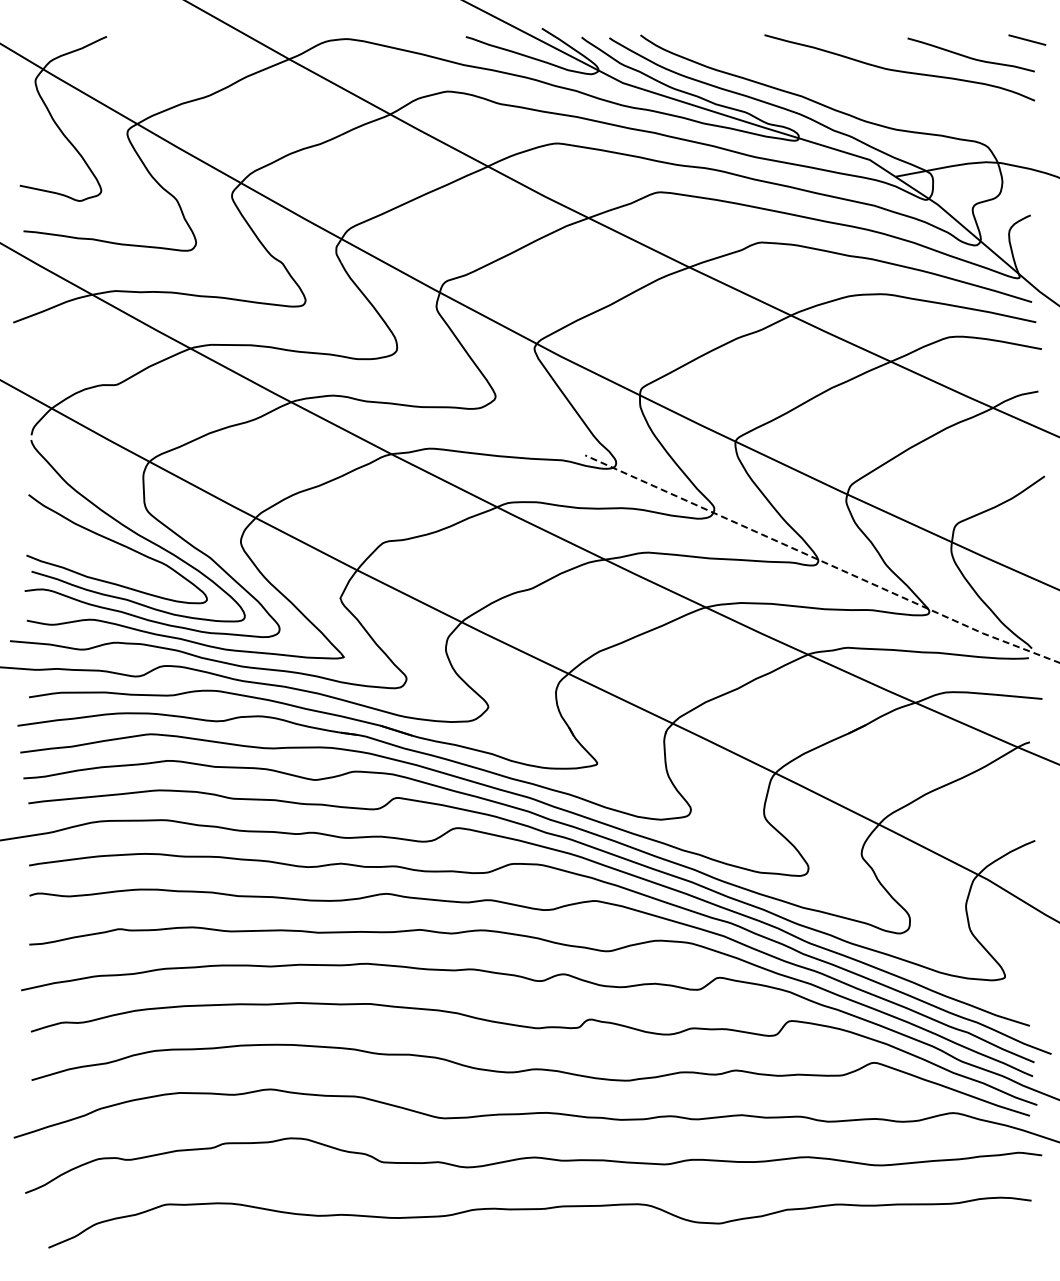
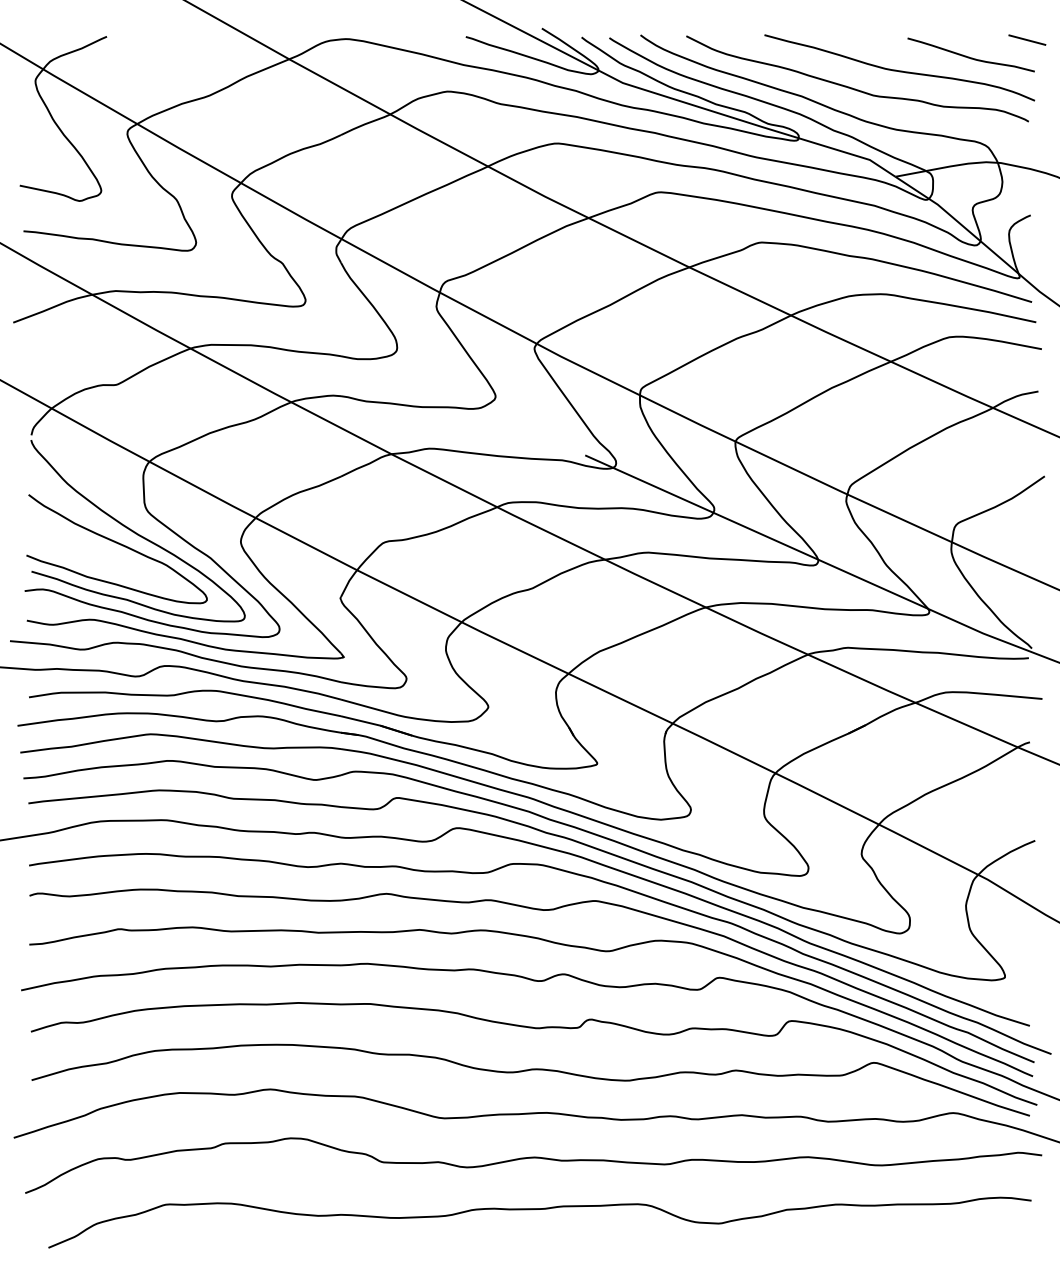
curve at (855, 88): none -> present
line at (821, 561): dashed -> solid
